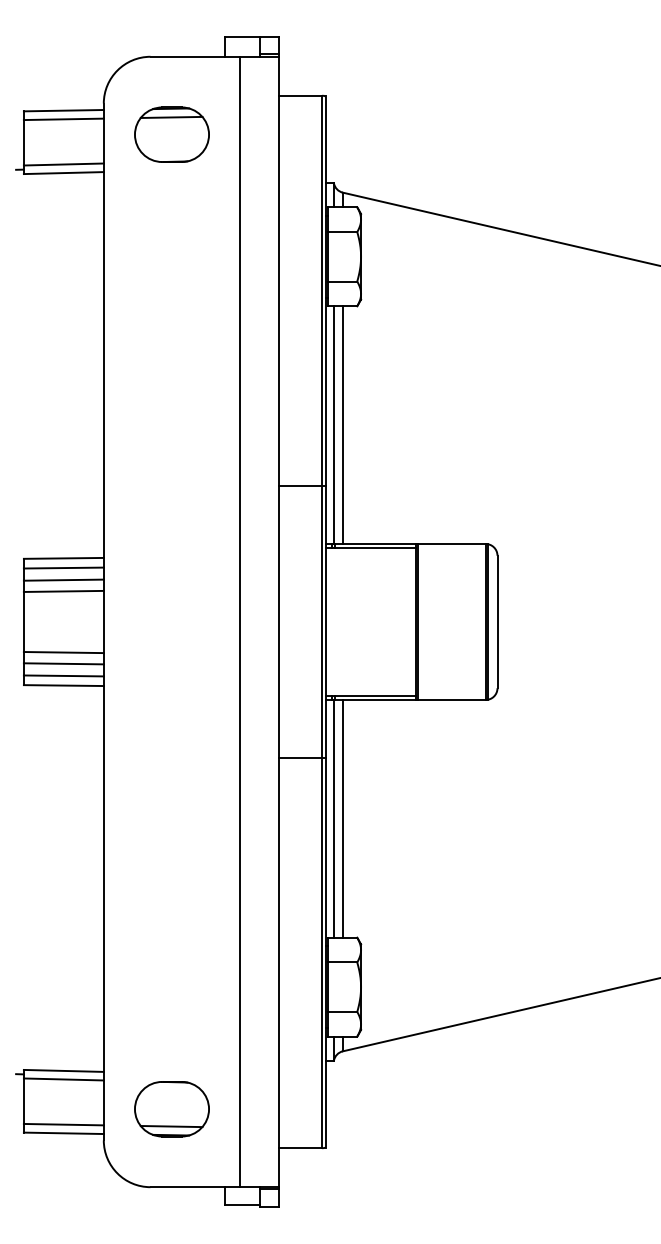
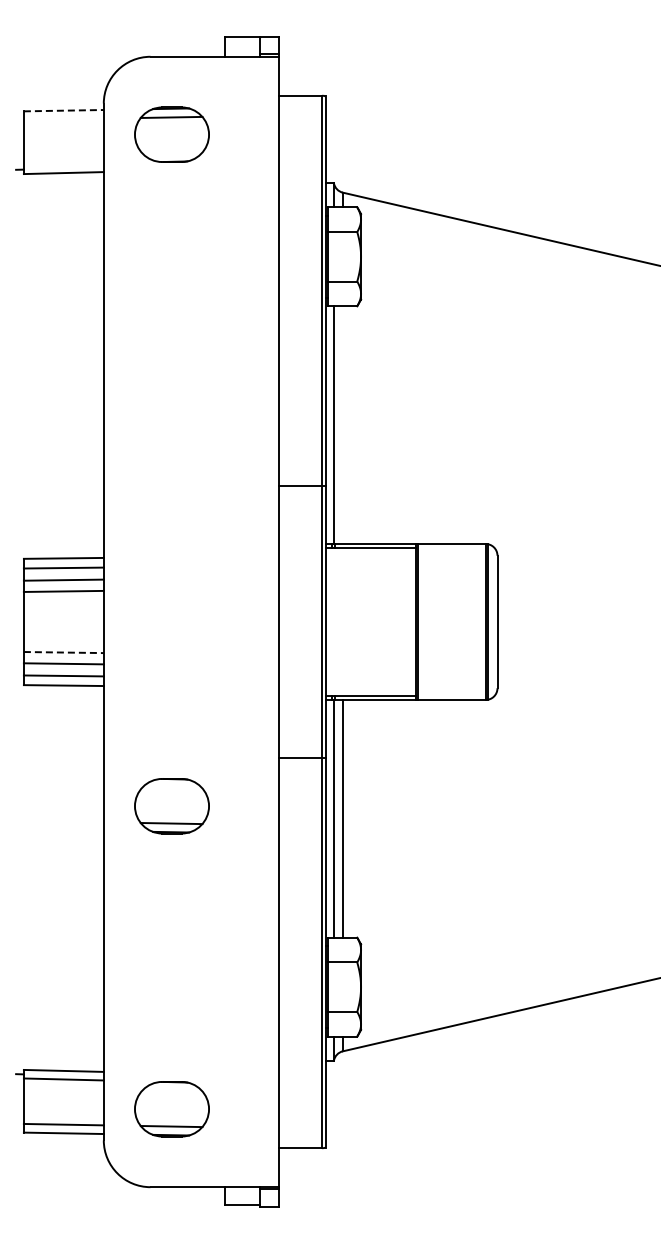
line at (63, 110): solid -> dashed
line at (63, 119): present -> none
line at (63, 164): present -> none
line at (342, 425): present -> none
line at (240, 621): present -> none
line at (63, 652): solid -> dashed
part at (171, 806): none -> present
